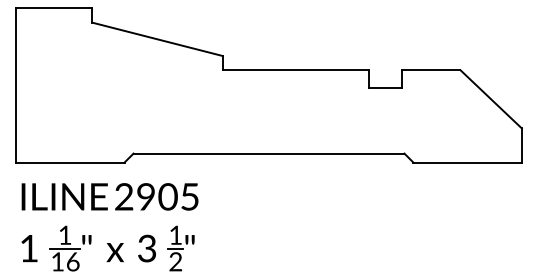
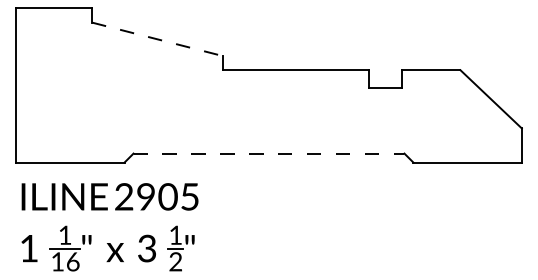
line at (157, 39): solid -> dashed
line at (269, 153): solid -> dashed
